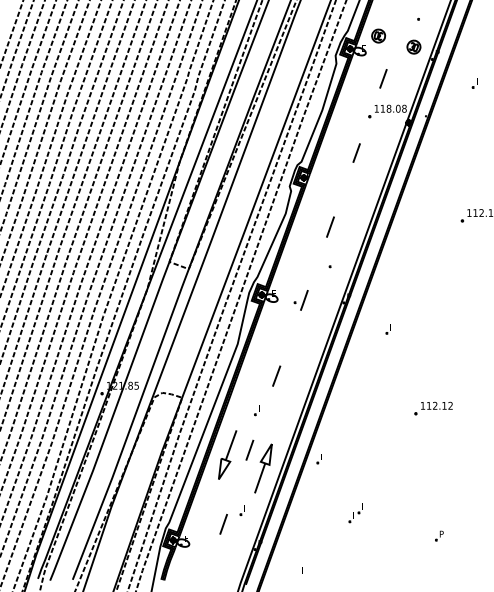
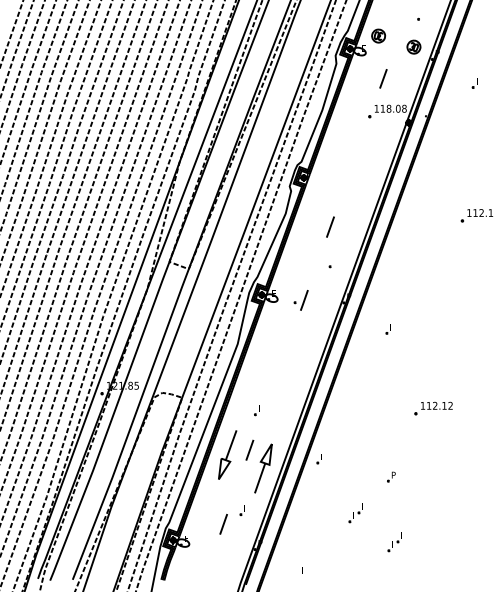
line at (356, 152): present -> none
line at (276, 375): present -> none
part at (439, 535) position: (439, 535) -> (391, 476)
part at (394, 542): none -> present
